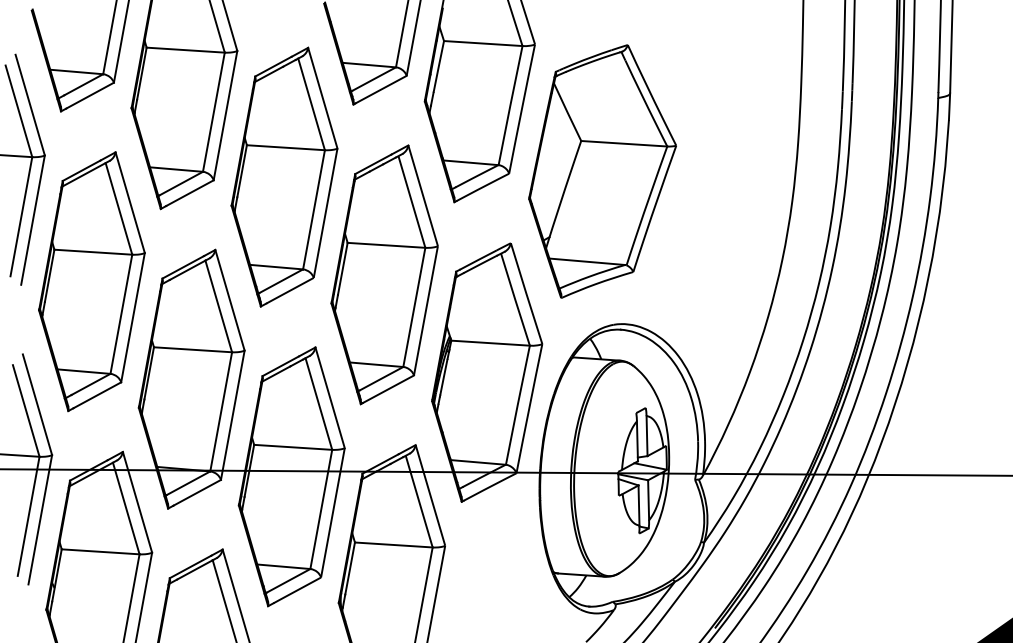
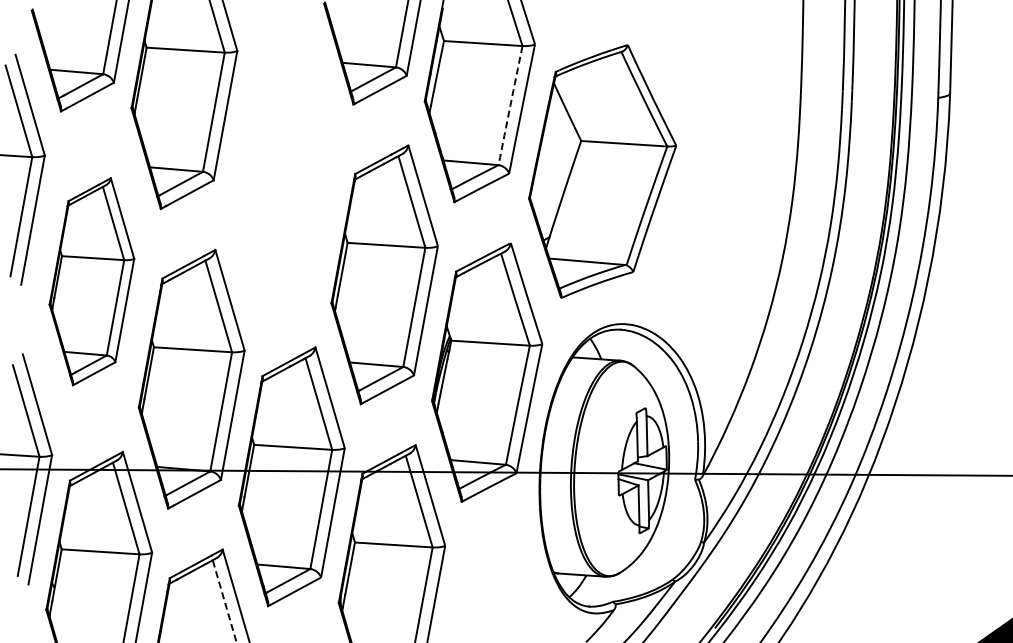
arc at (510, 105): solid -> dashed
part at (284, 176): present -> none
part at (91, 281) size: 108x262 px -> 88x210 px
line at (224, 601): solid -> dashed
